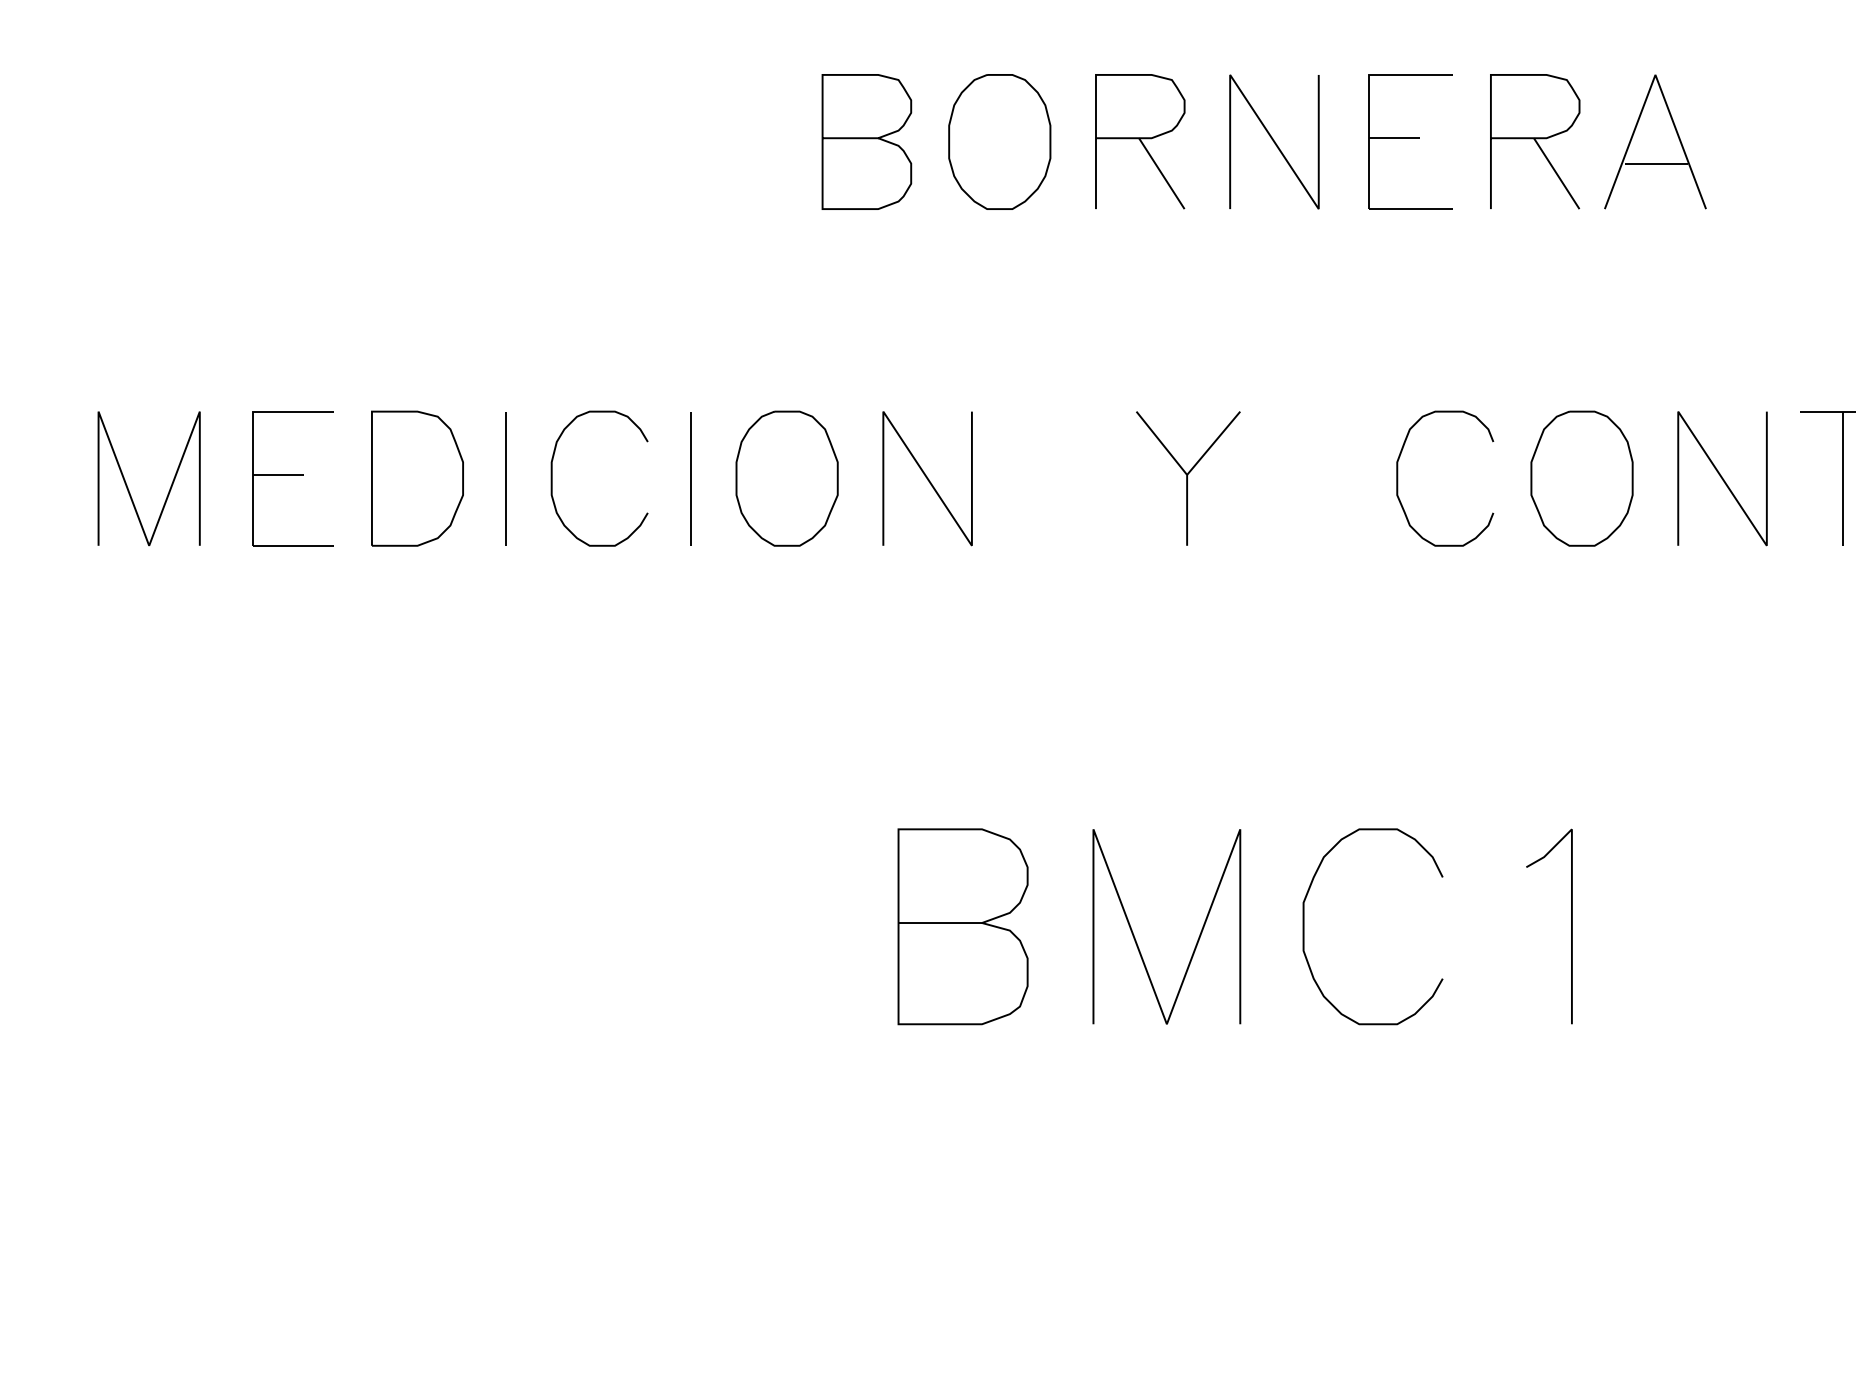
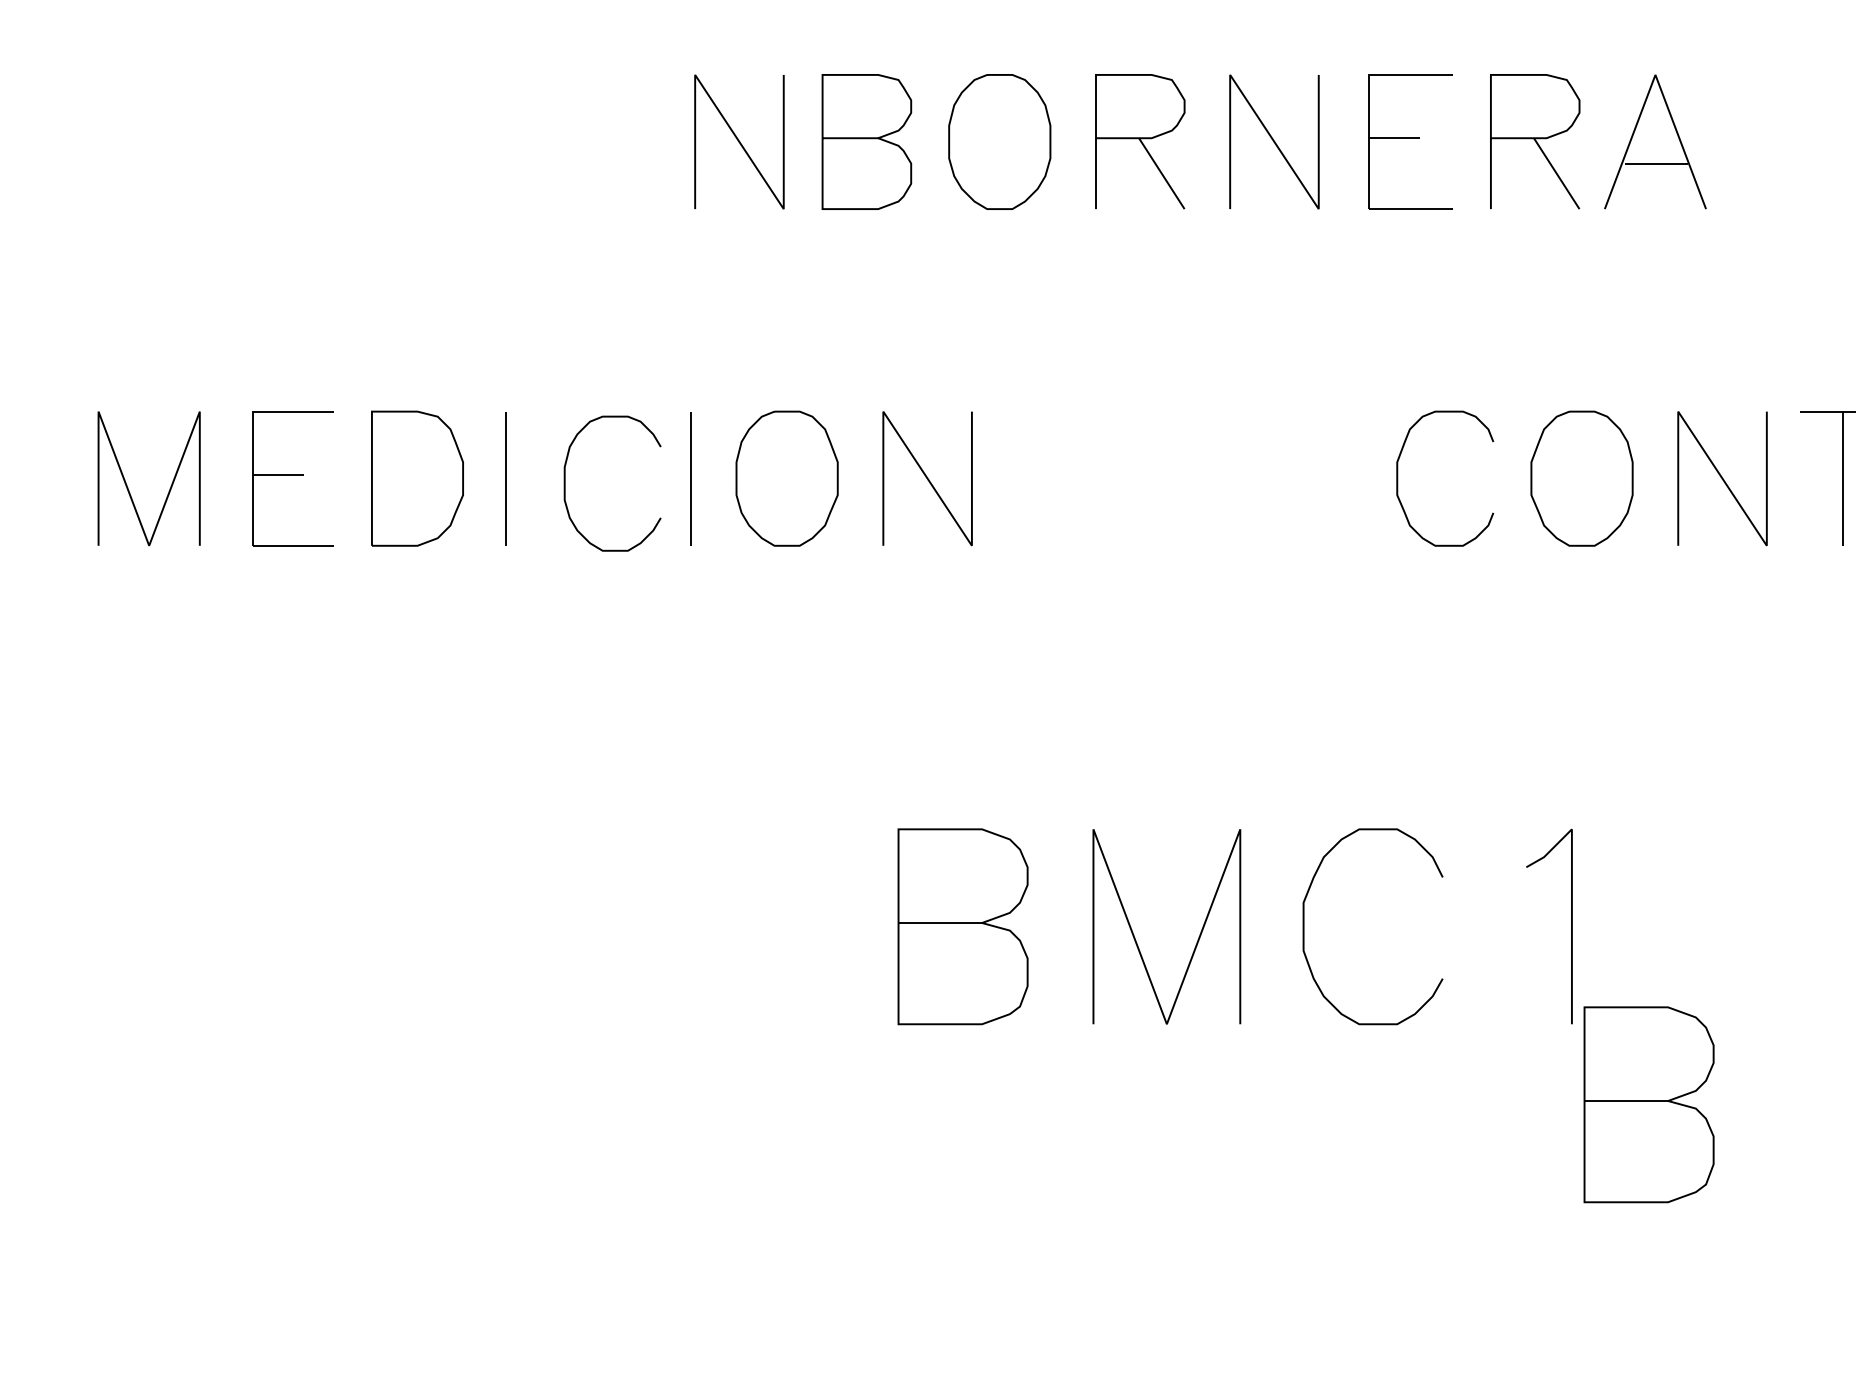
curve at (739, 141): none -> present
curve at (552, 478) position: (552, 478) -> (565, 483)
part at (1188, 478): present -> none
curve at (1648, 1101): none -> present
